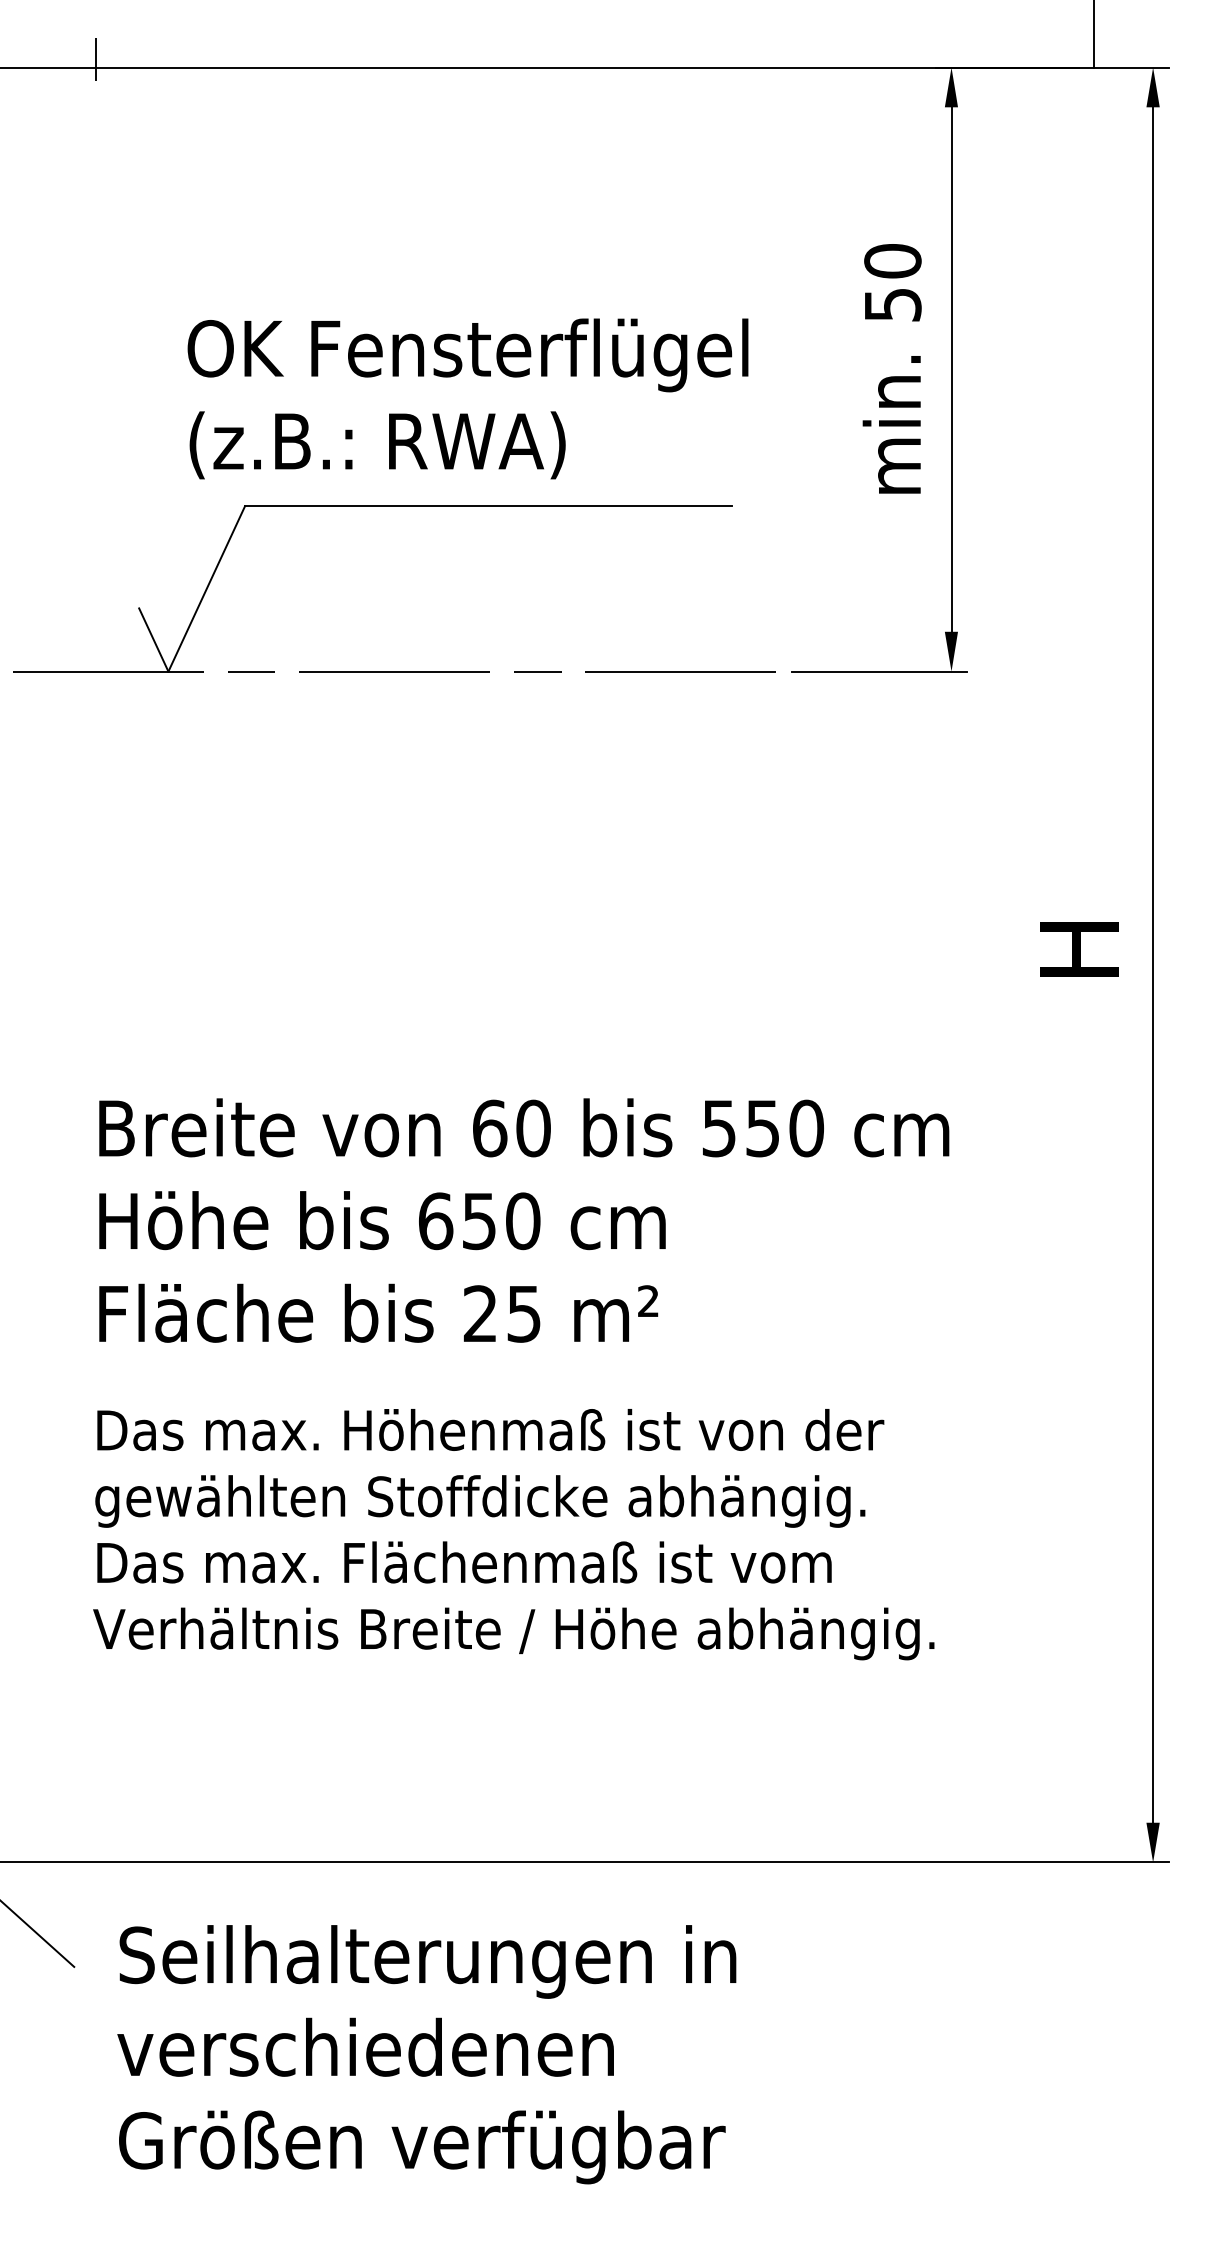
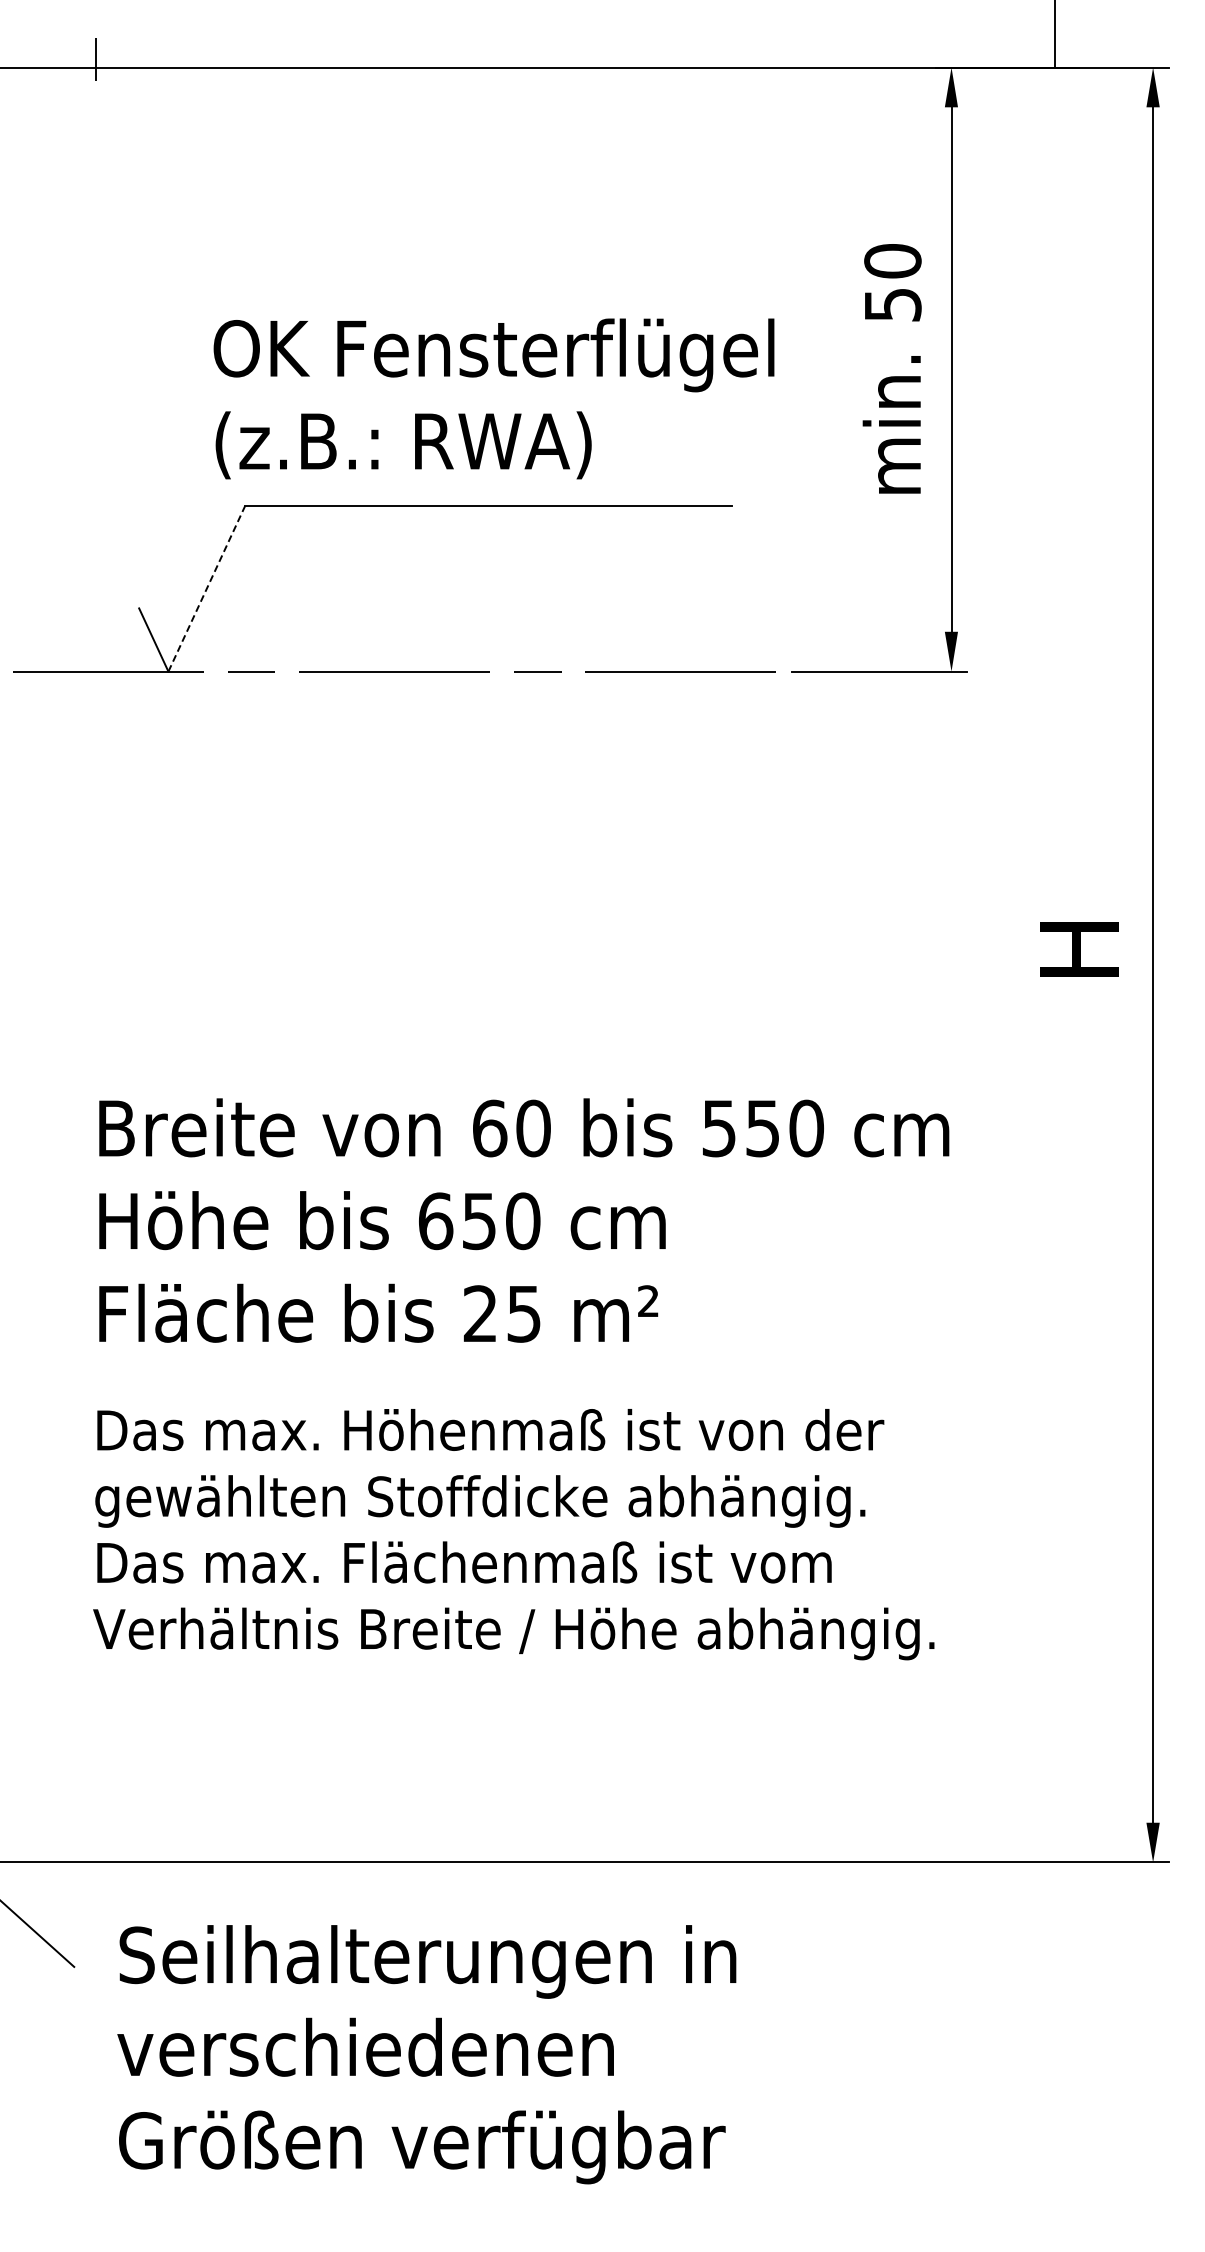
line at (1094, 34) position: (1094, 34) -> (1055, 34)
text at (467, 398) position: (467, 398) -> (493, 398)
line at (206, 588): solid -> dashed
